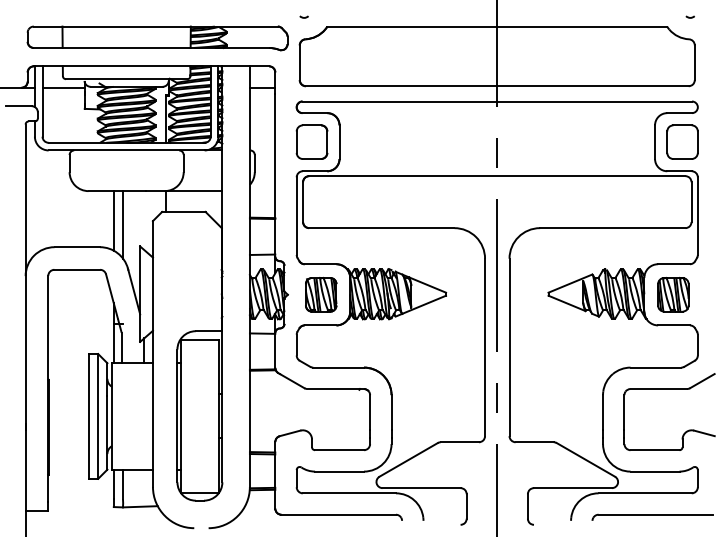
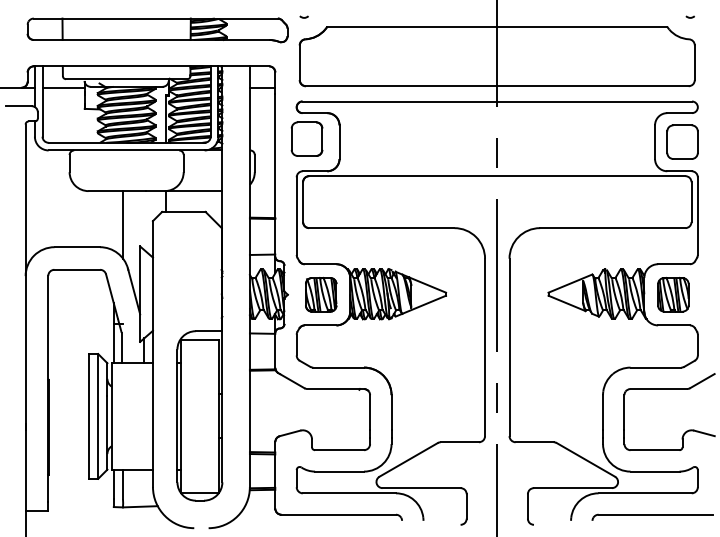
part at (157, 38) position: (157, 38) -> (157, 30)
part at (311, 141) position: (311, 141) -> (306, 138)
line at (113, 220): present -> none
